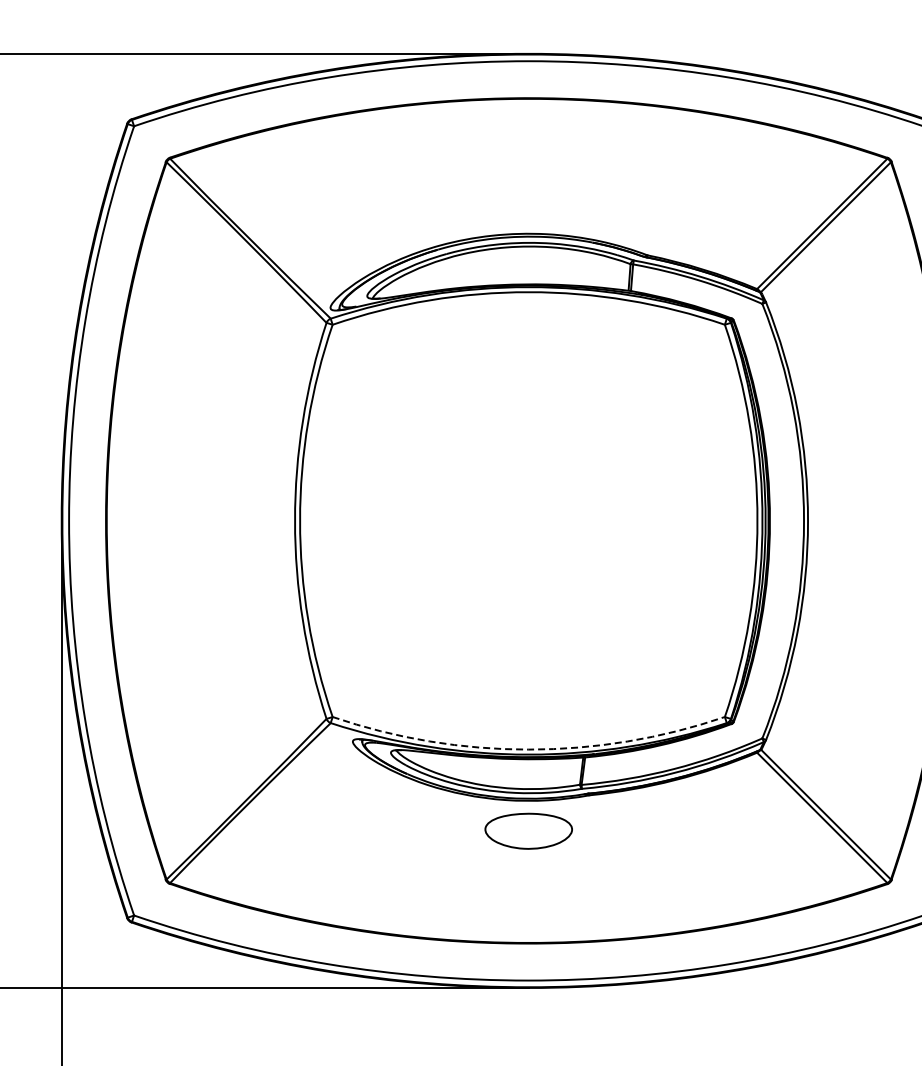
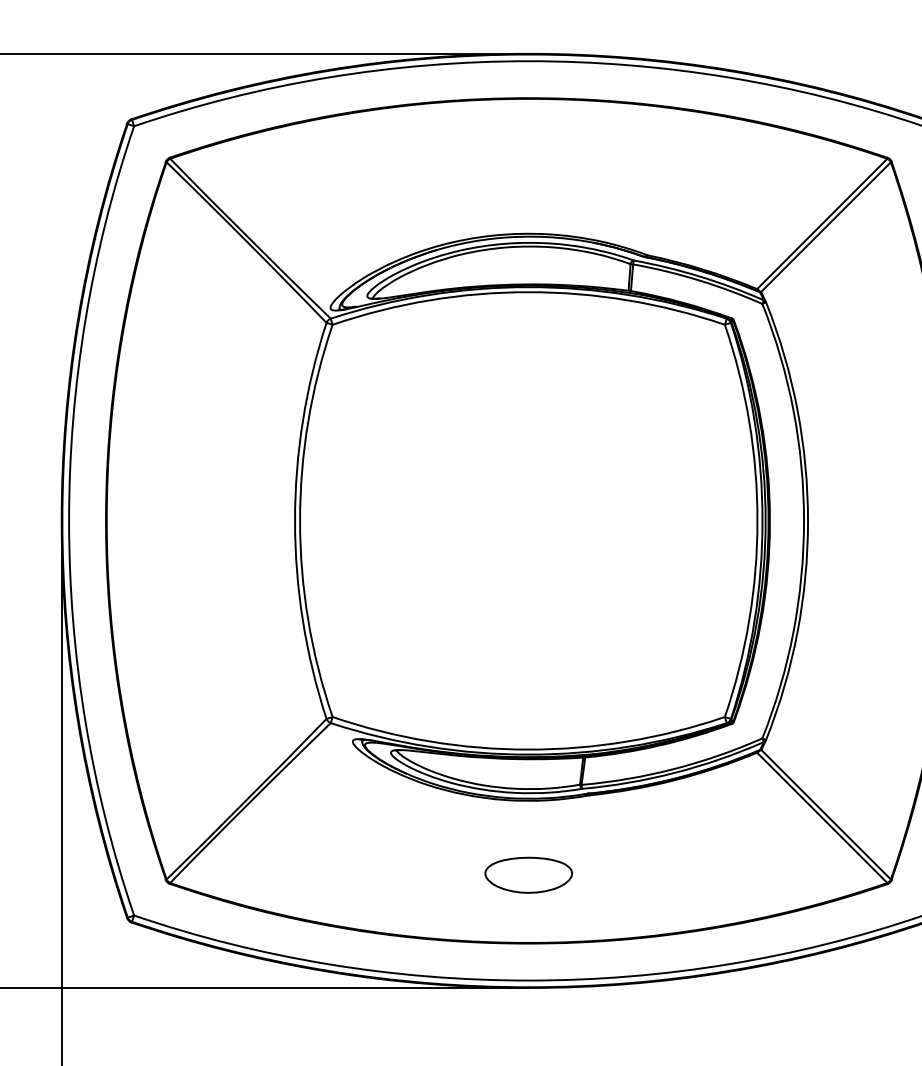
arc at (528, 749): dashed -> solid
part at (528, 830) position: (528, 830) -> (528, 874)
